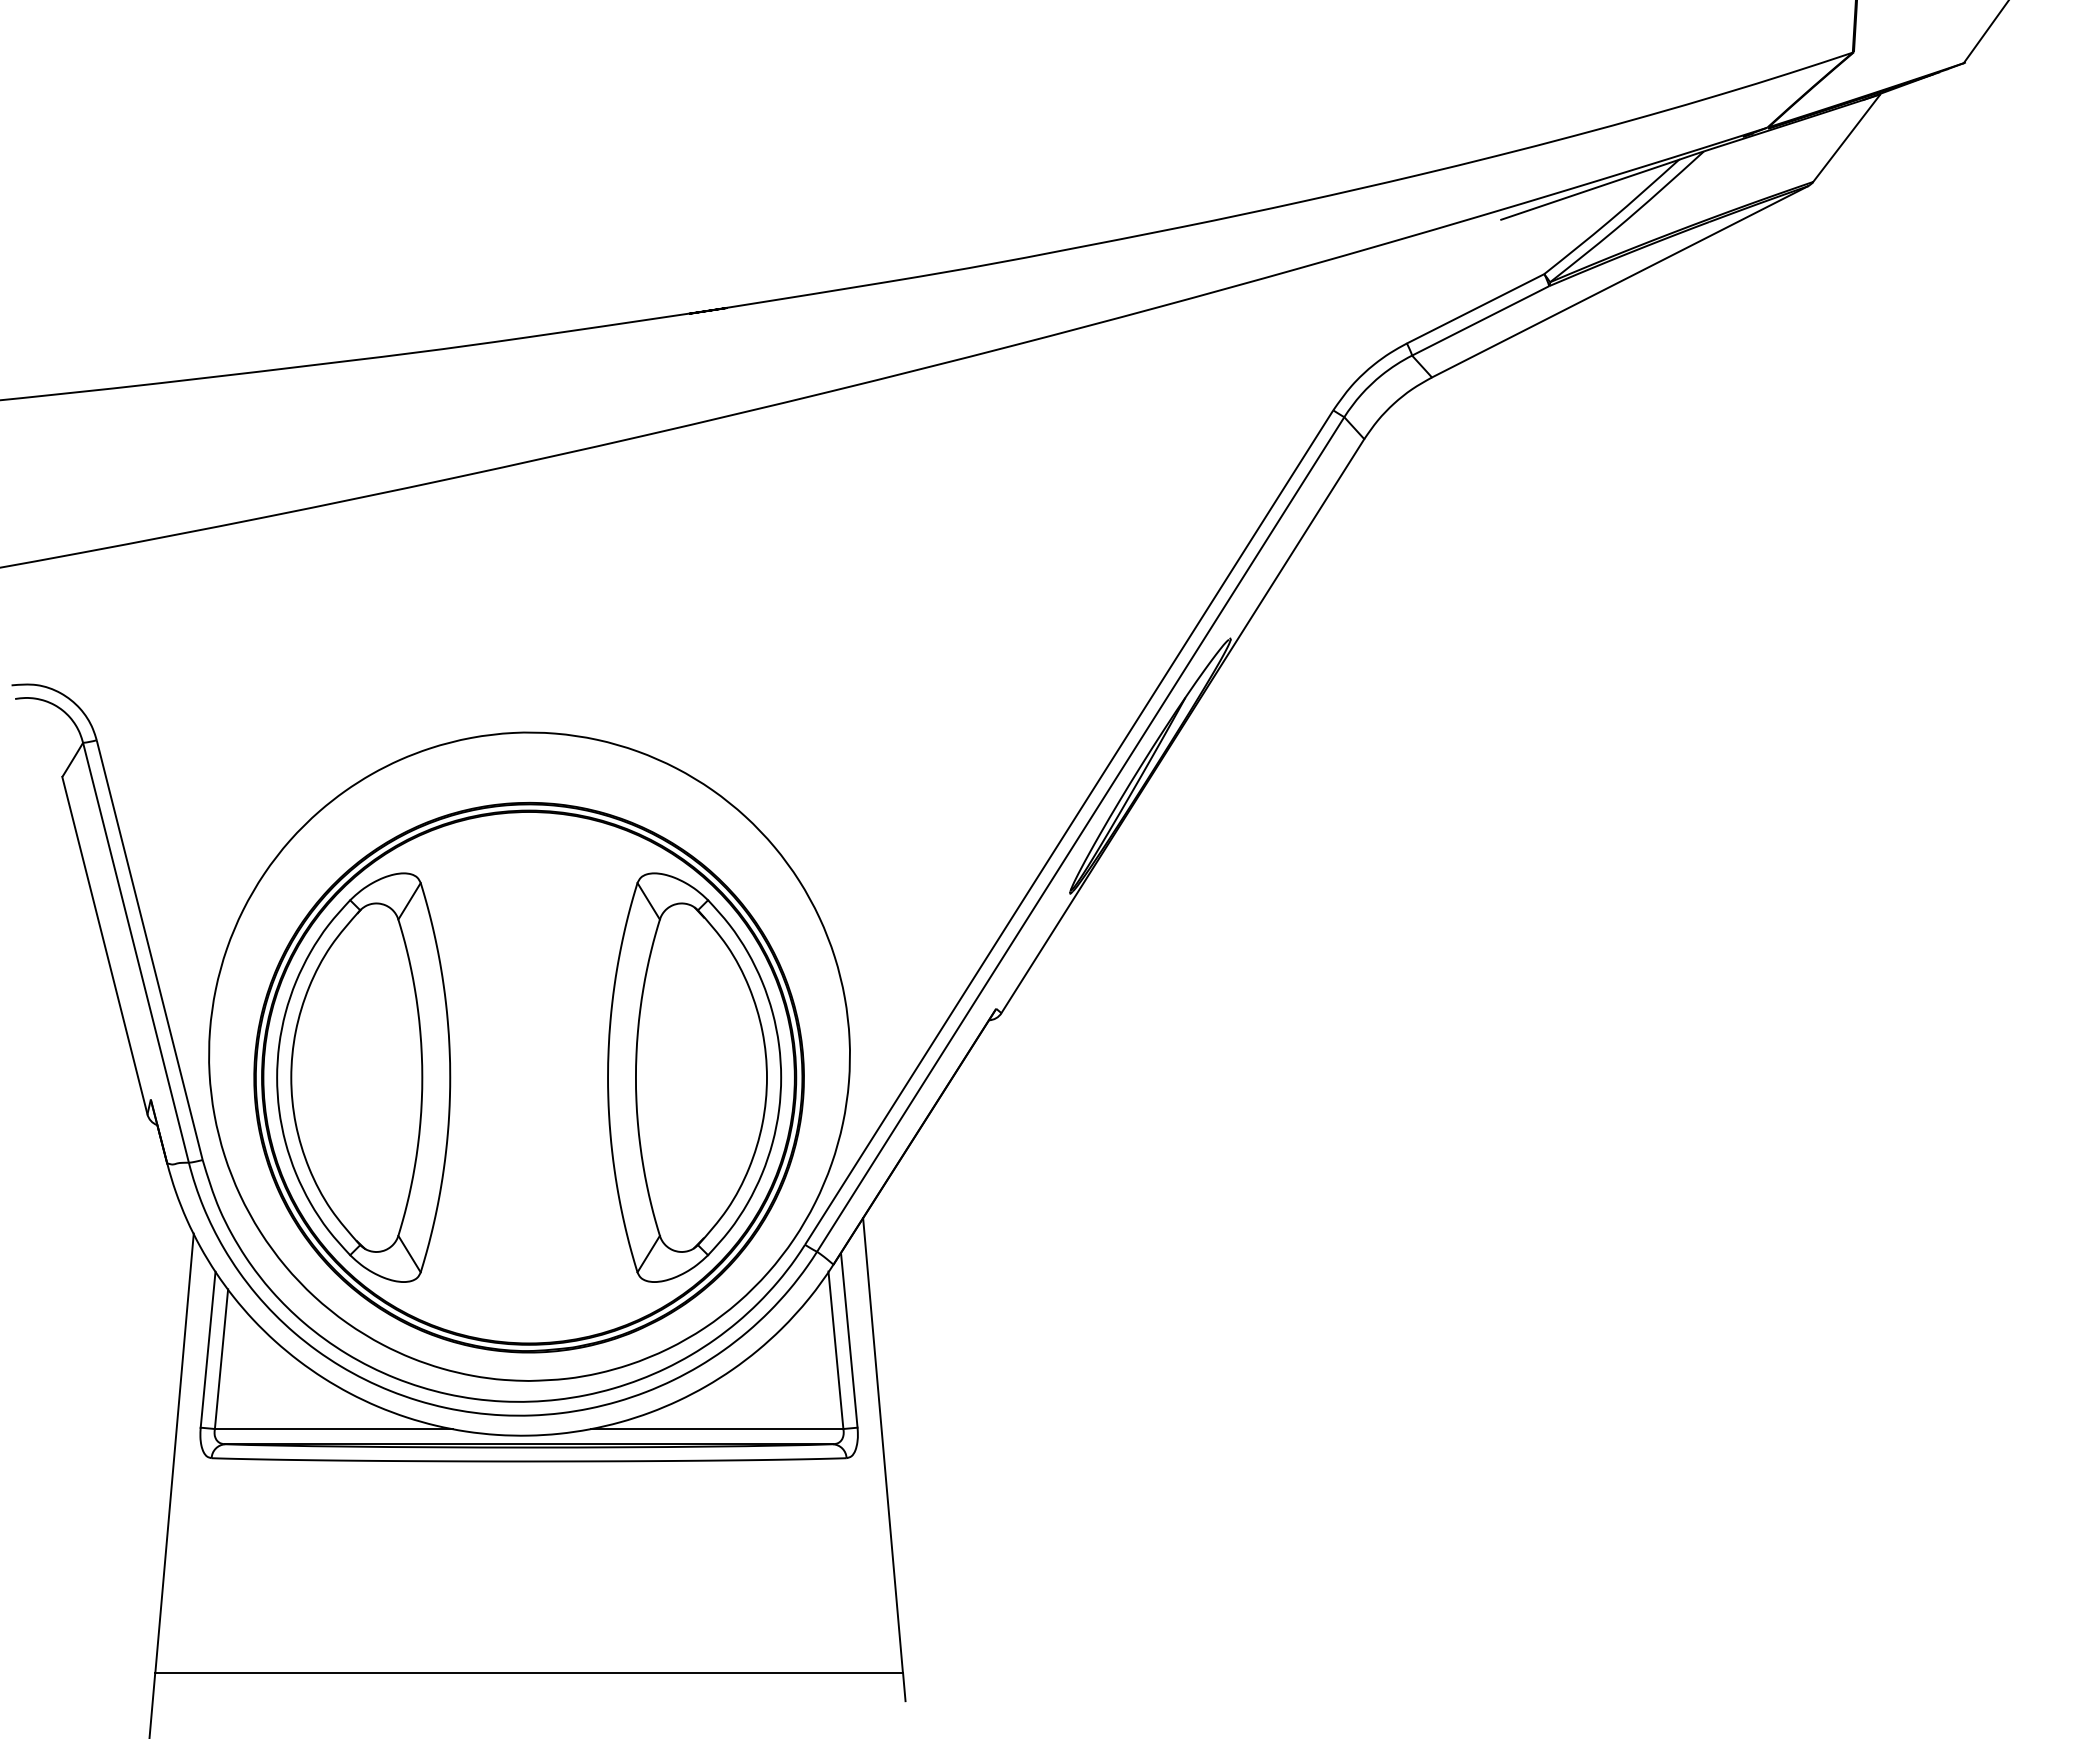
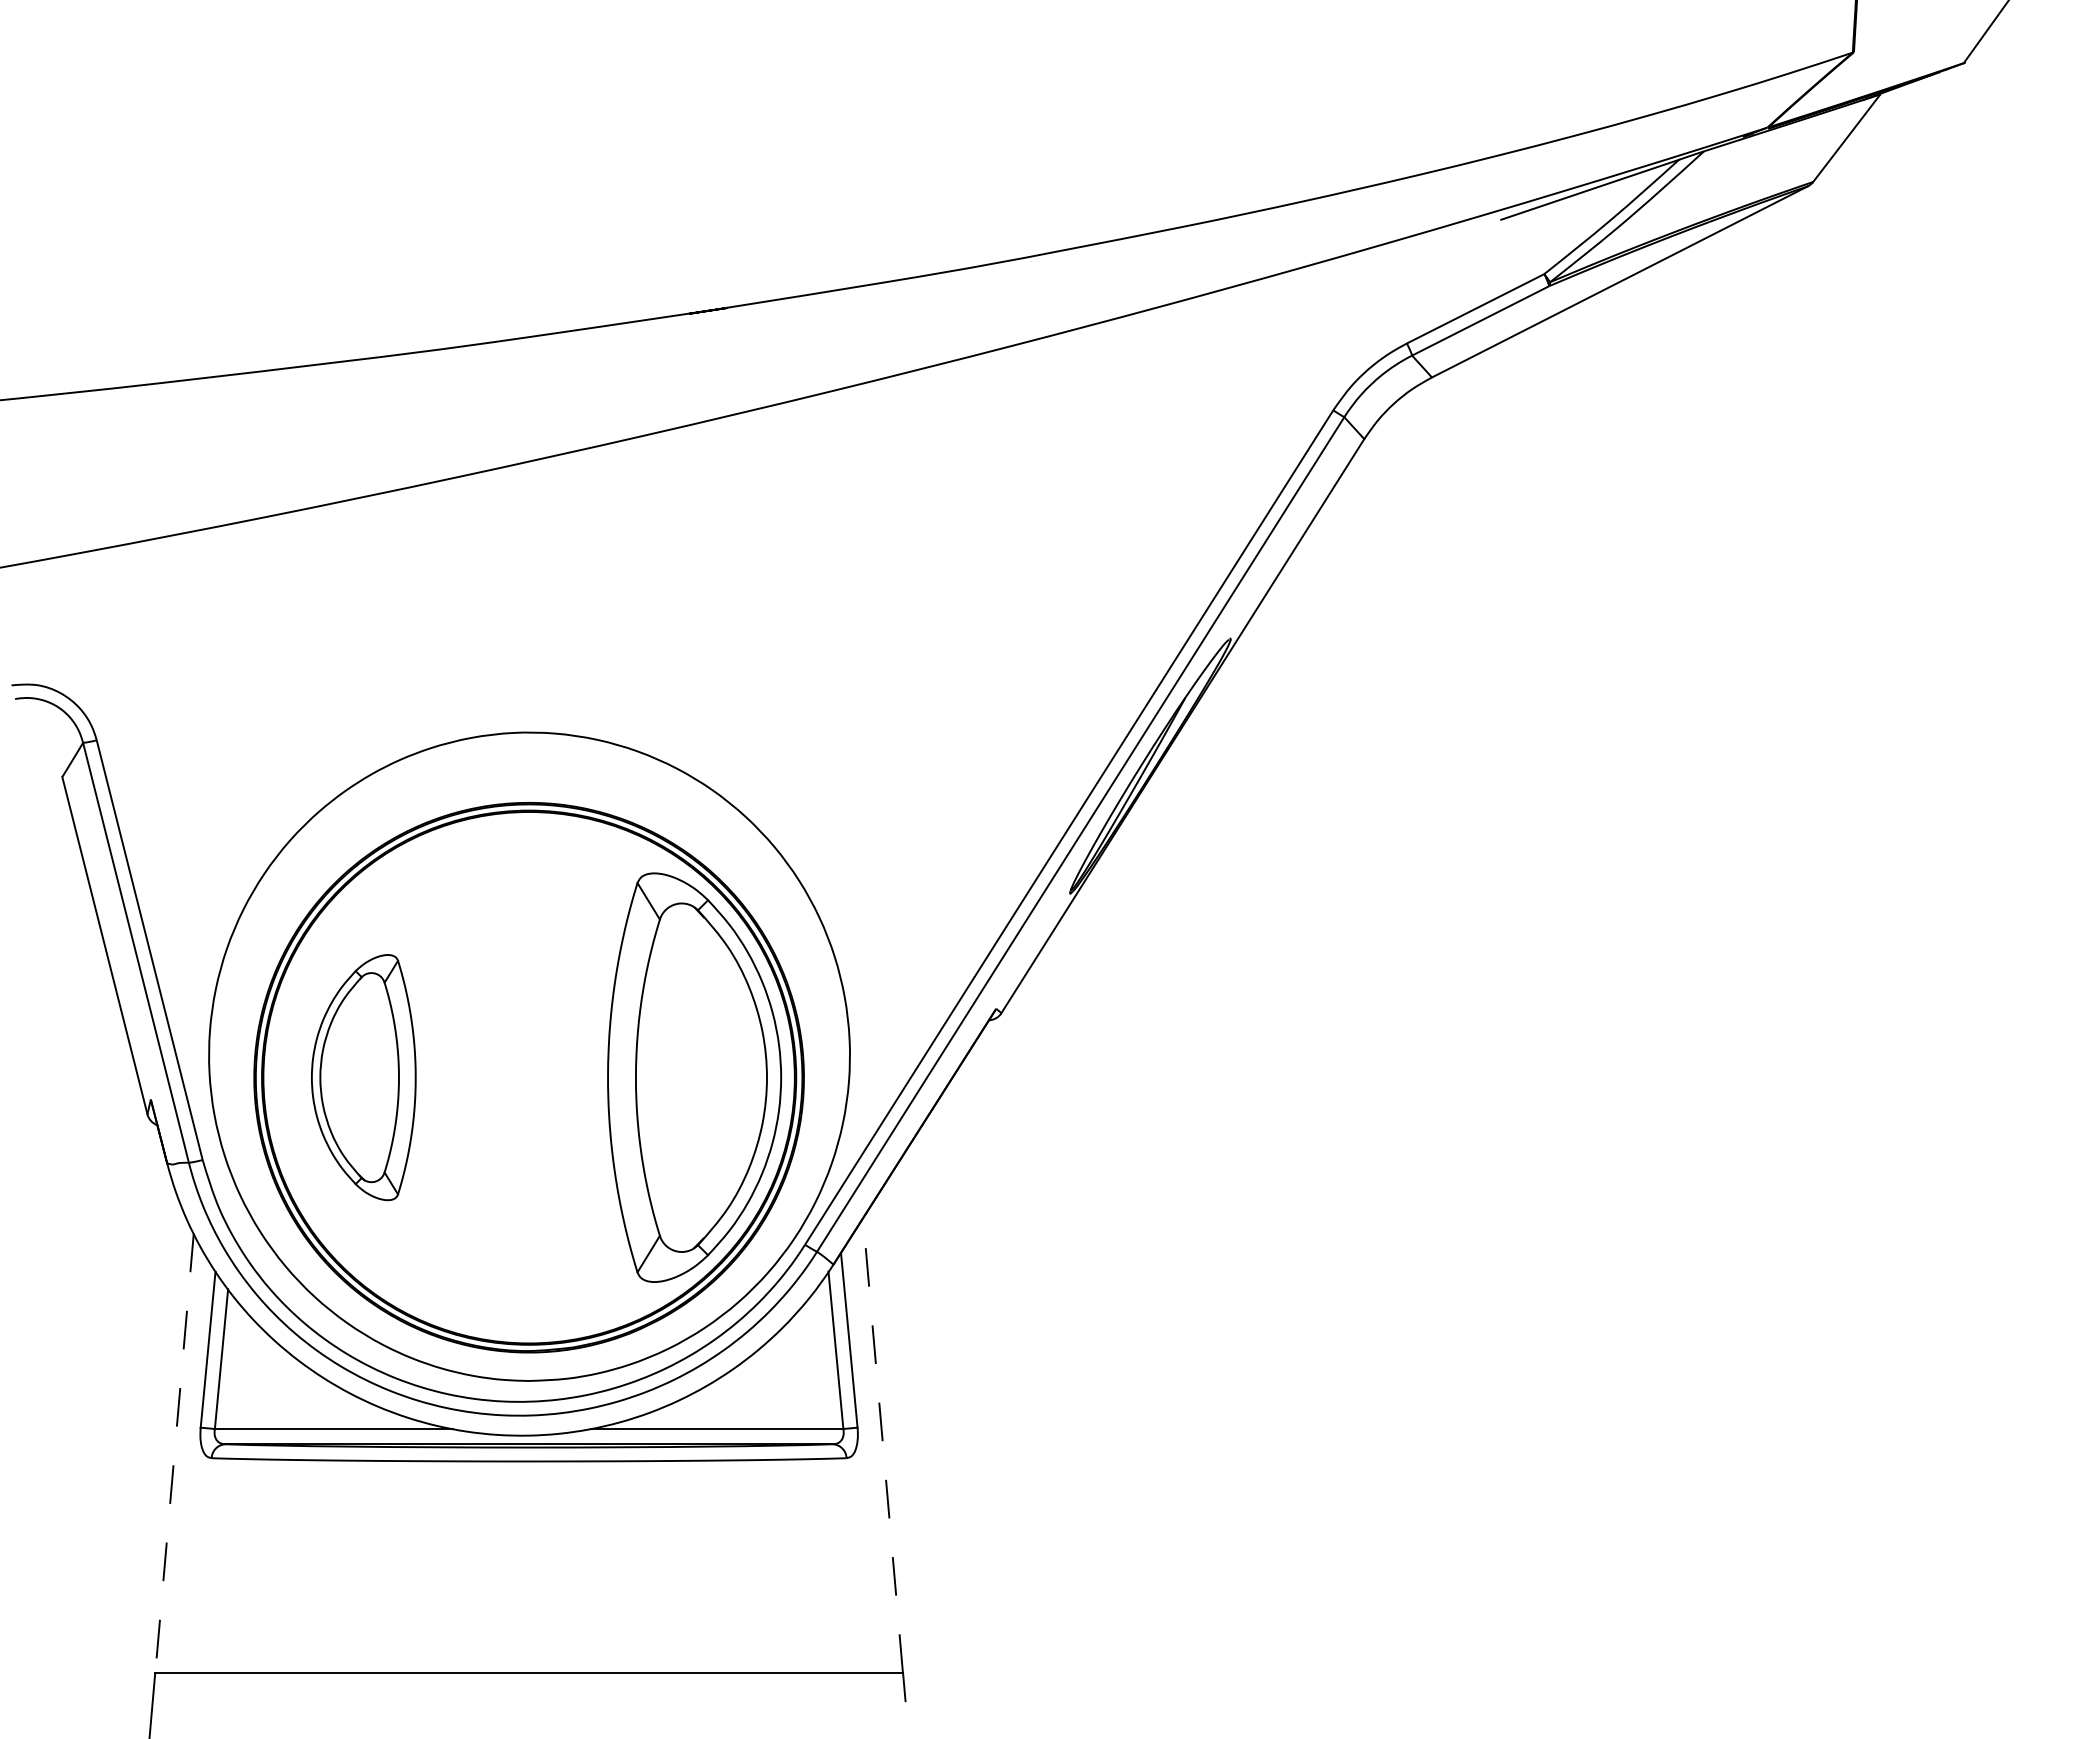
part at (363, 1077) size: 176x411 px -> 106x248 px
line at (882, 1444): solid -> dashed
line at (174, 1453): solid -> dashed
